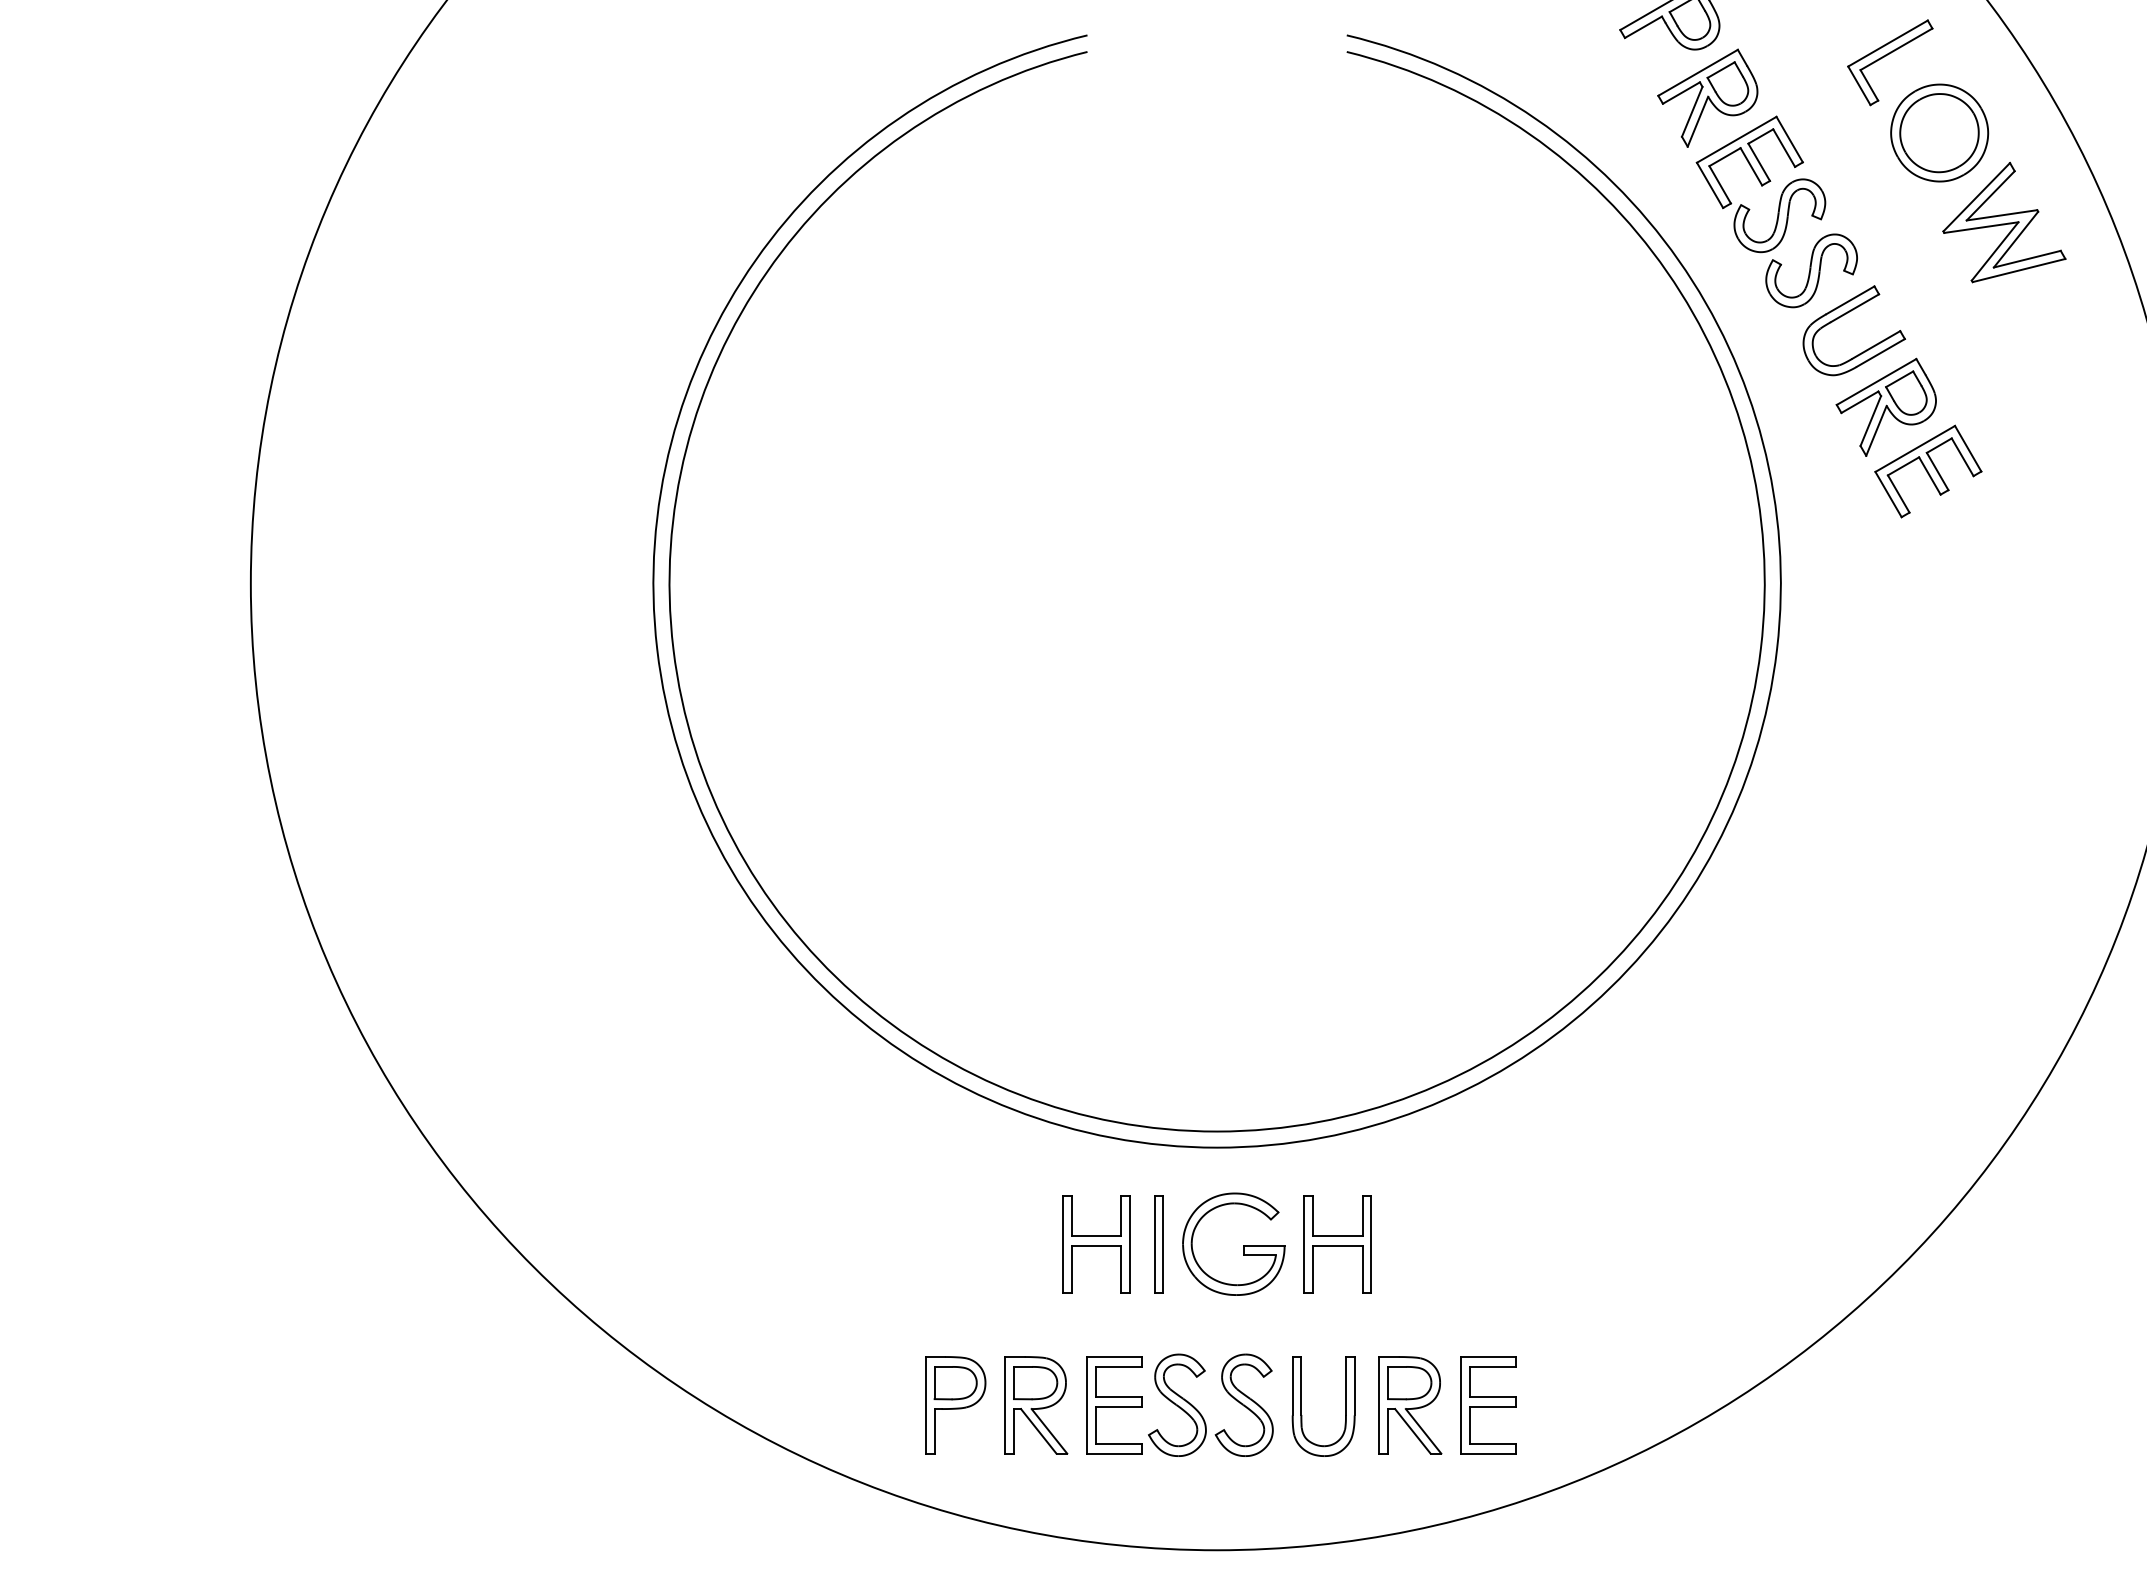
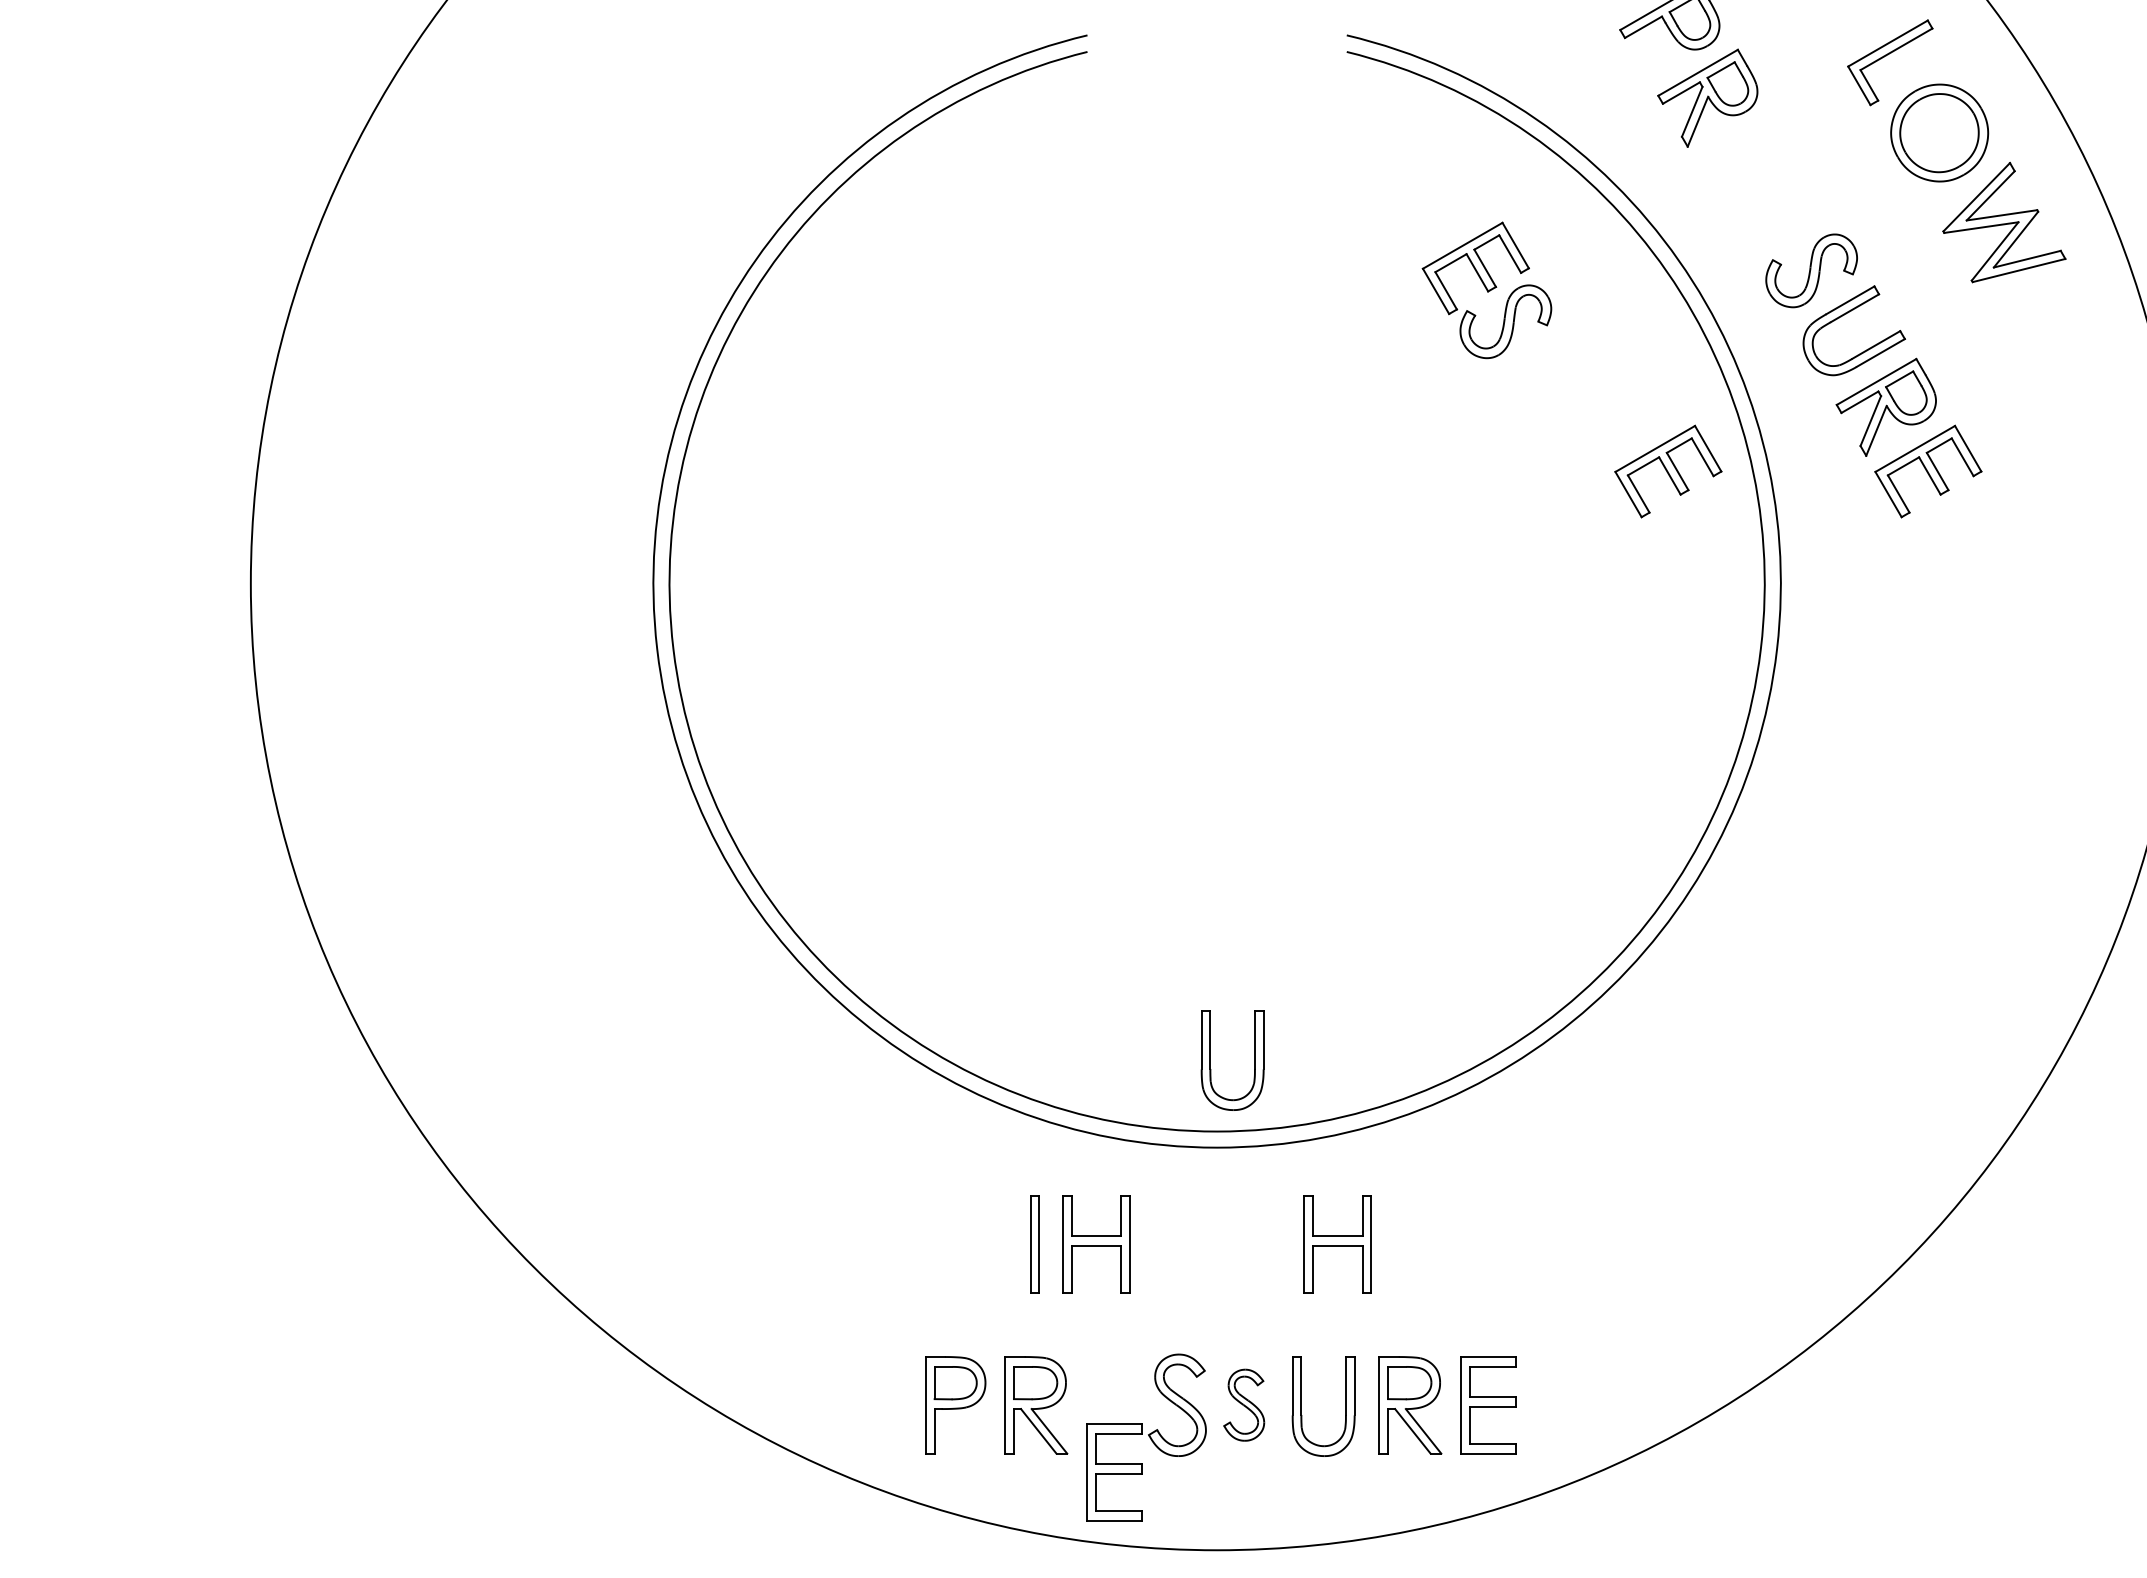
part at (1760, 184) position: (1760, 184) -> (1486, 290)
part at (1668, 471): none -> present
part at (1210, 1060): none -> present
part at (1158, 1244) position: (1158, 1244) -> (1034, 1244)
part at (1243, 1245): present -> none
part at (1243, 1404) size: 60x104 px -> 43x74 px
part at (1114, 1405) position: (1114, 1405) -> (1114, 1472)
